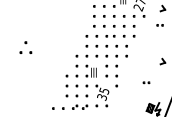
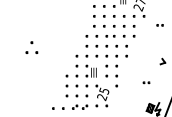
part at (162, 8): present -> none
part at (25, 47) position: (25, 47) -> (31, 47)
text at (102, 97): 35 -> 25
